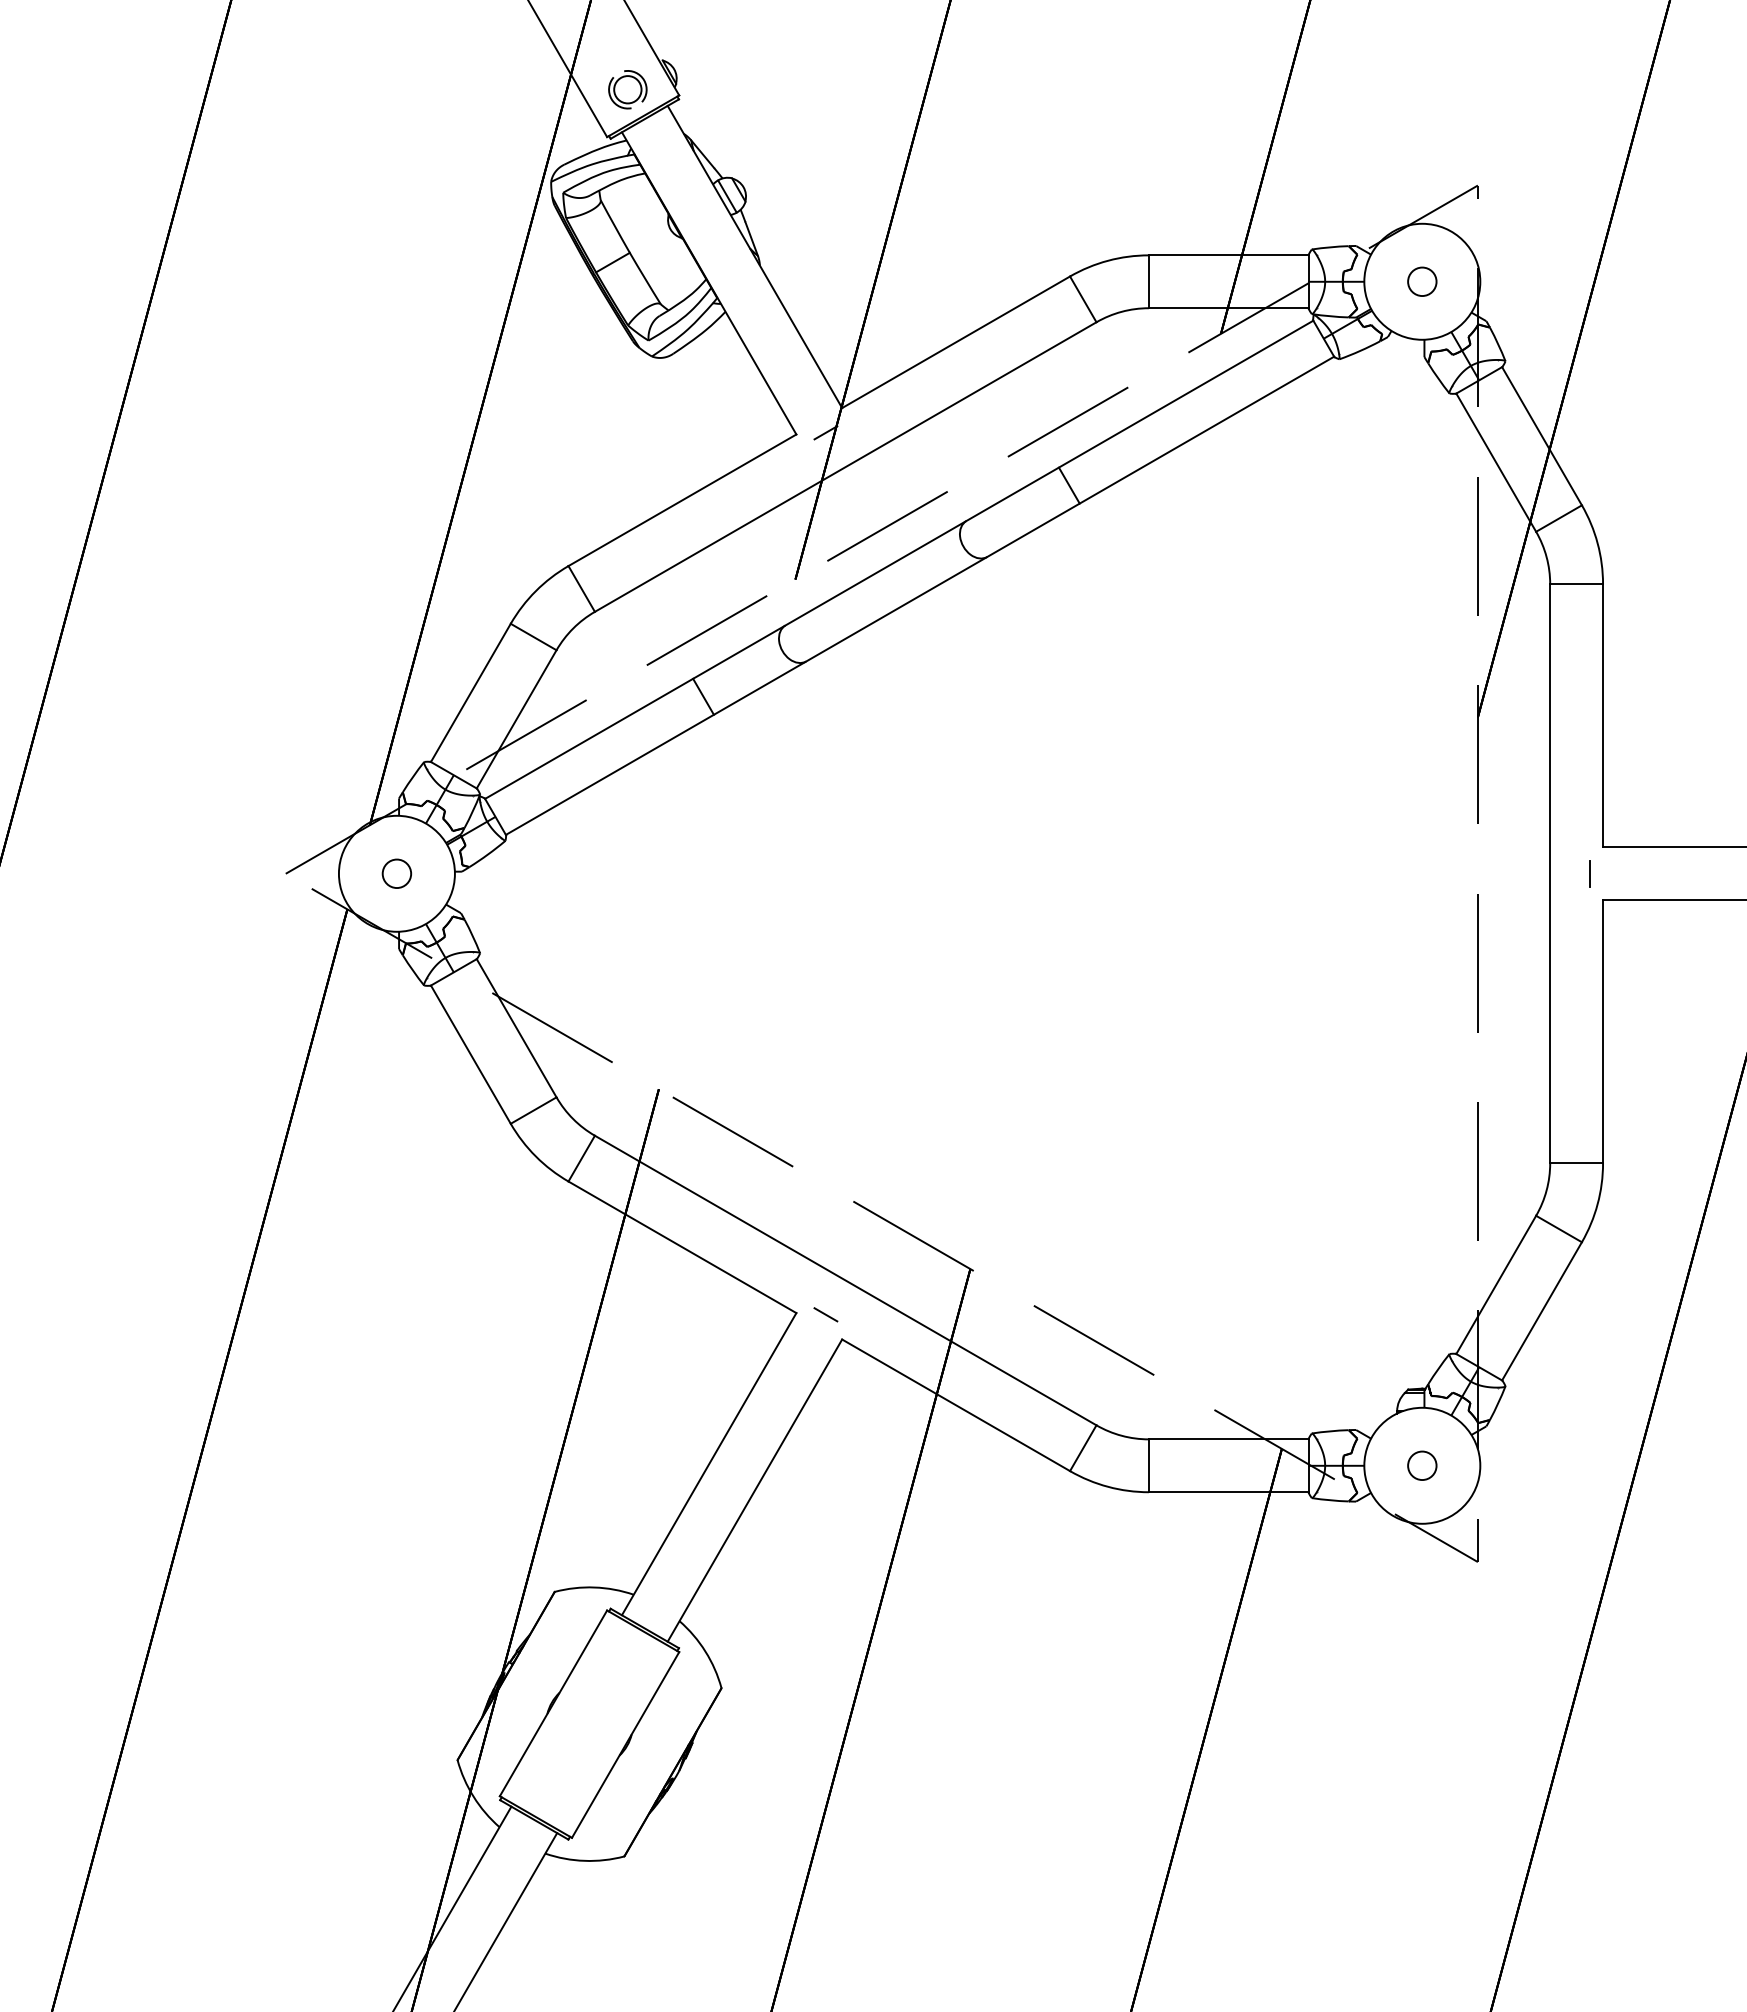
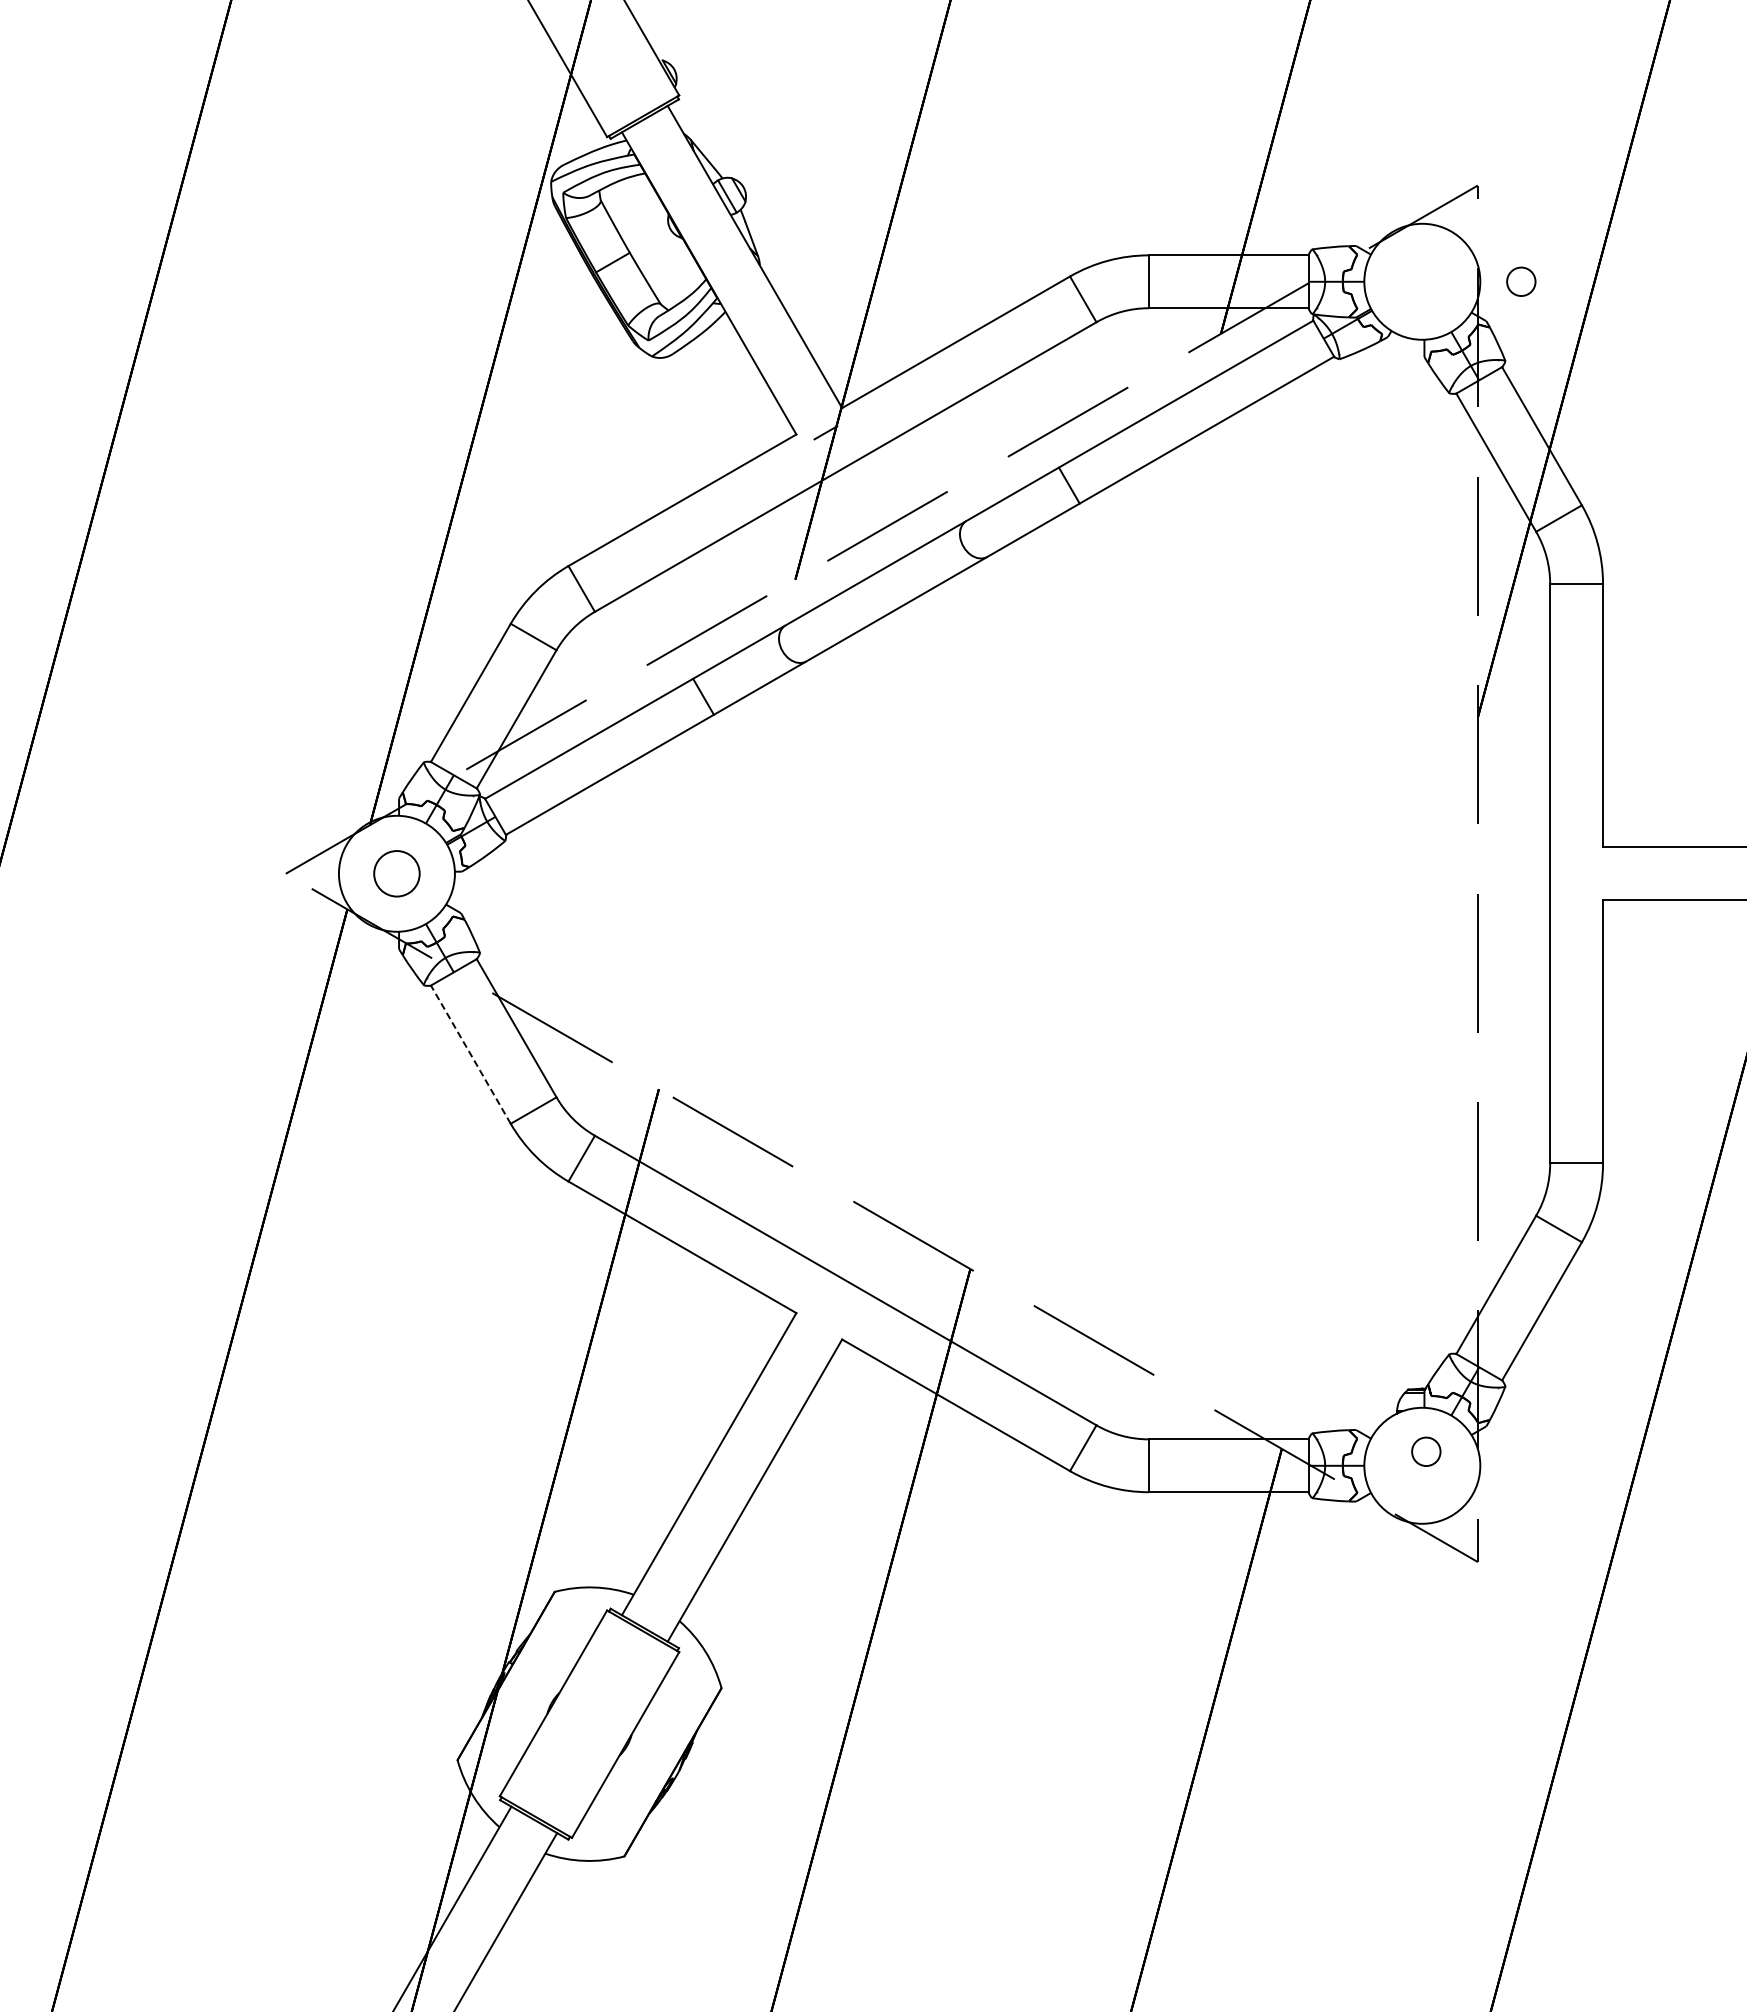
part at (627, 89): present -> none
circle at (1422, 281) position: (1422, 281) -> (1521, 281)
circle at (396, 873) diameter: 28 px -> 46 px
line at (1589, 873): present -> none
line at (470, 1054): solid -> dashed
line at (825, 1314): present -> none
circle at (1422, 1465) position: (1422, 1465) -> (1426, 1451)
